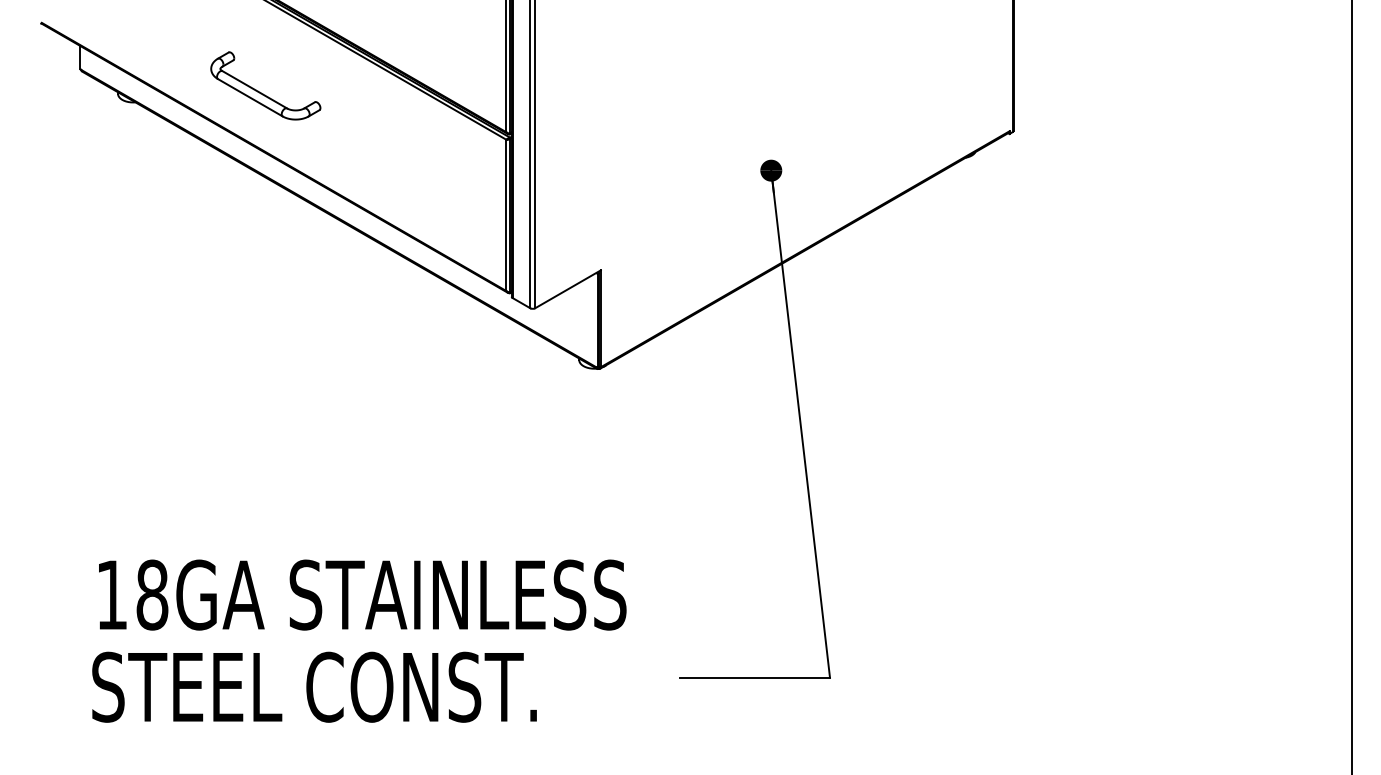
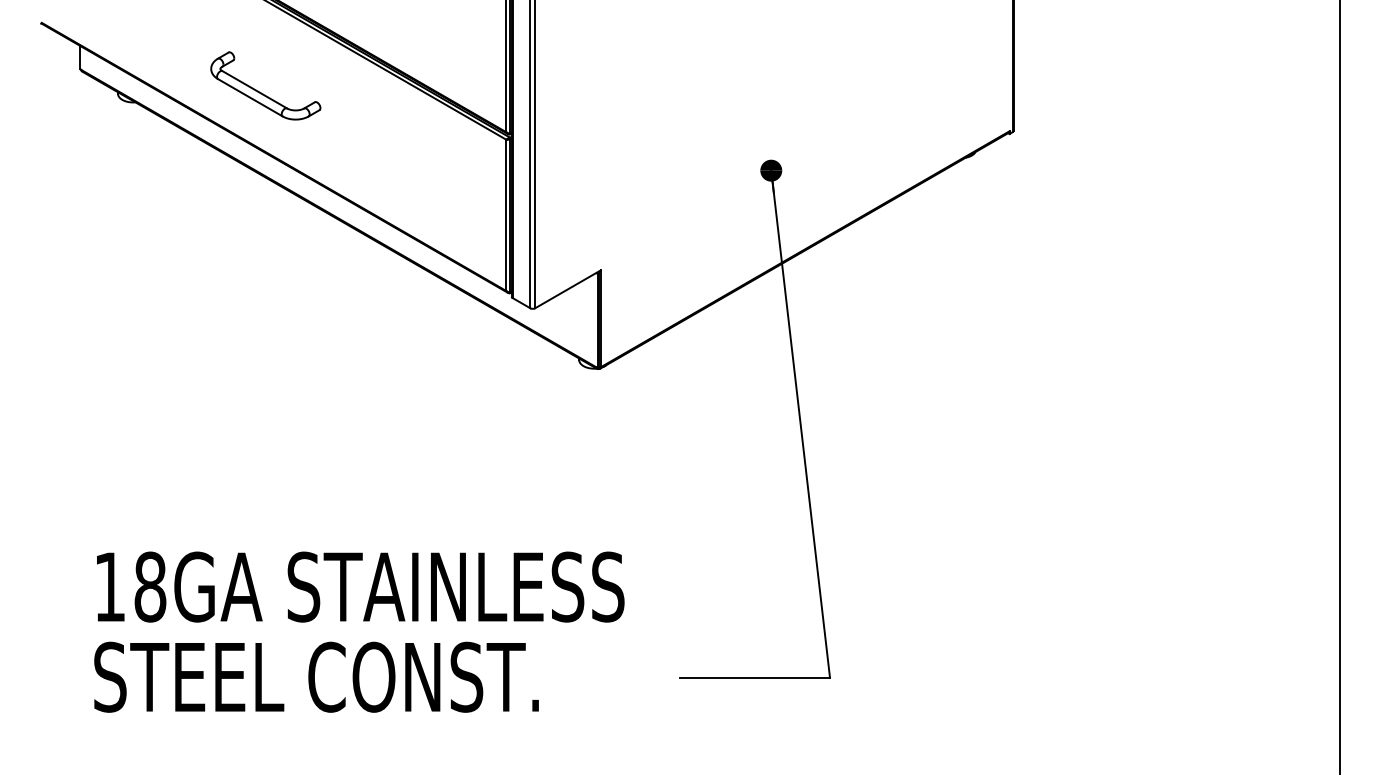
line at (1351, 386) position: (1351, 386) -> (1339, 386)
text at (362, 594) position: (362, 594) -> (360, 586)
text at (314, 686) position: (314, 686) -> (316, 676)
